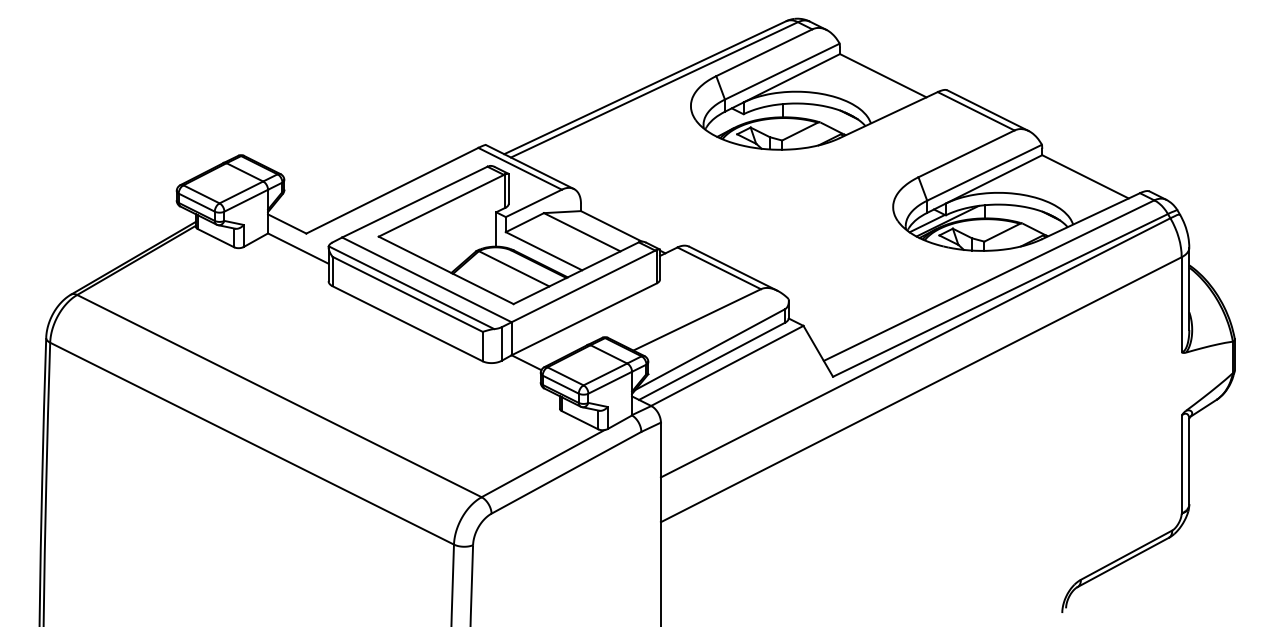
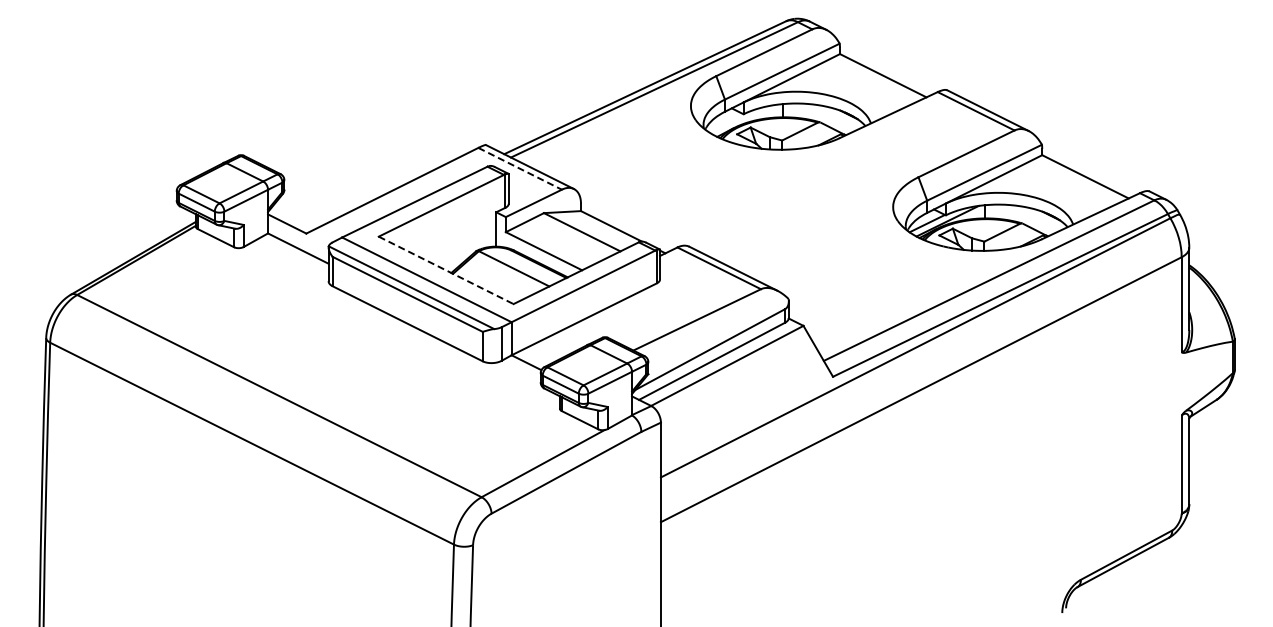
line at (520, 168): solid -> dashed
line at (446, 270): solid -> dashed
